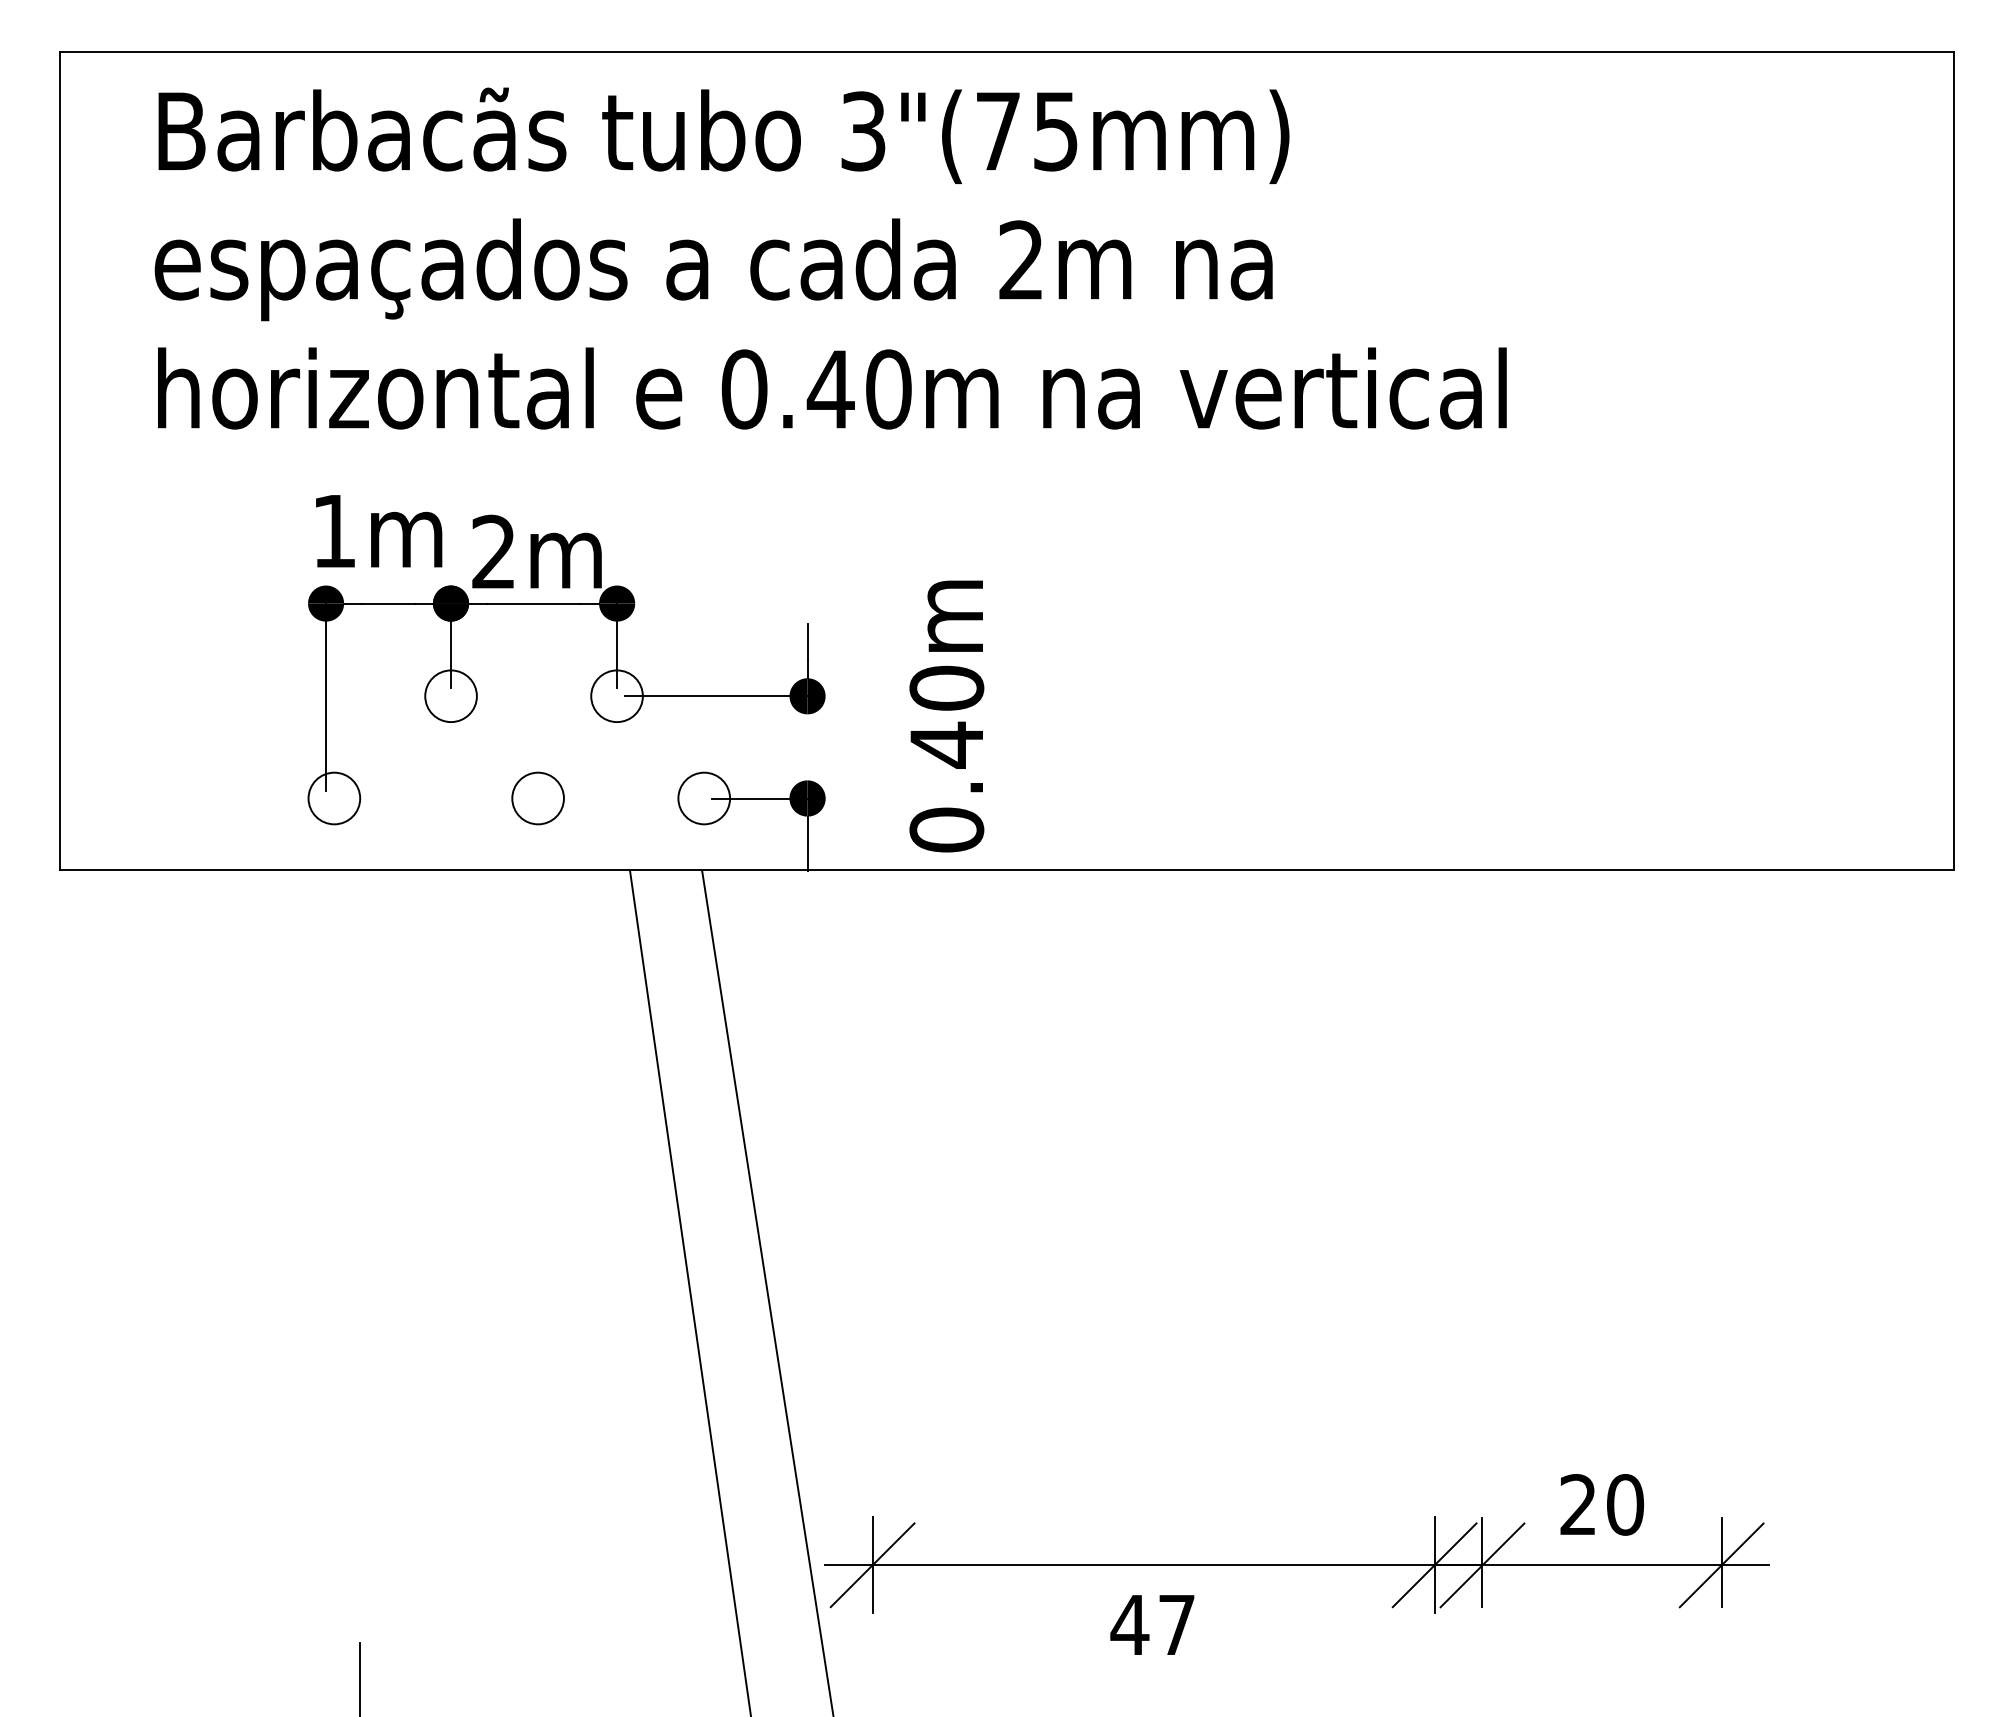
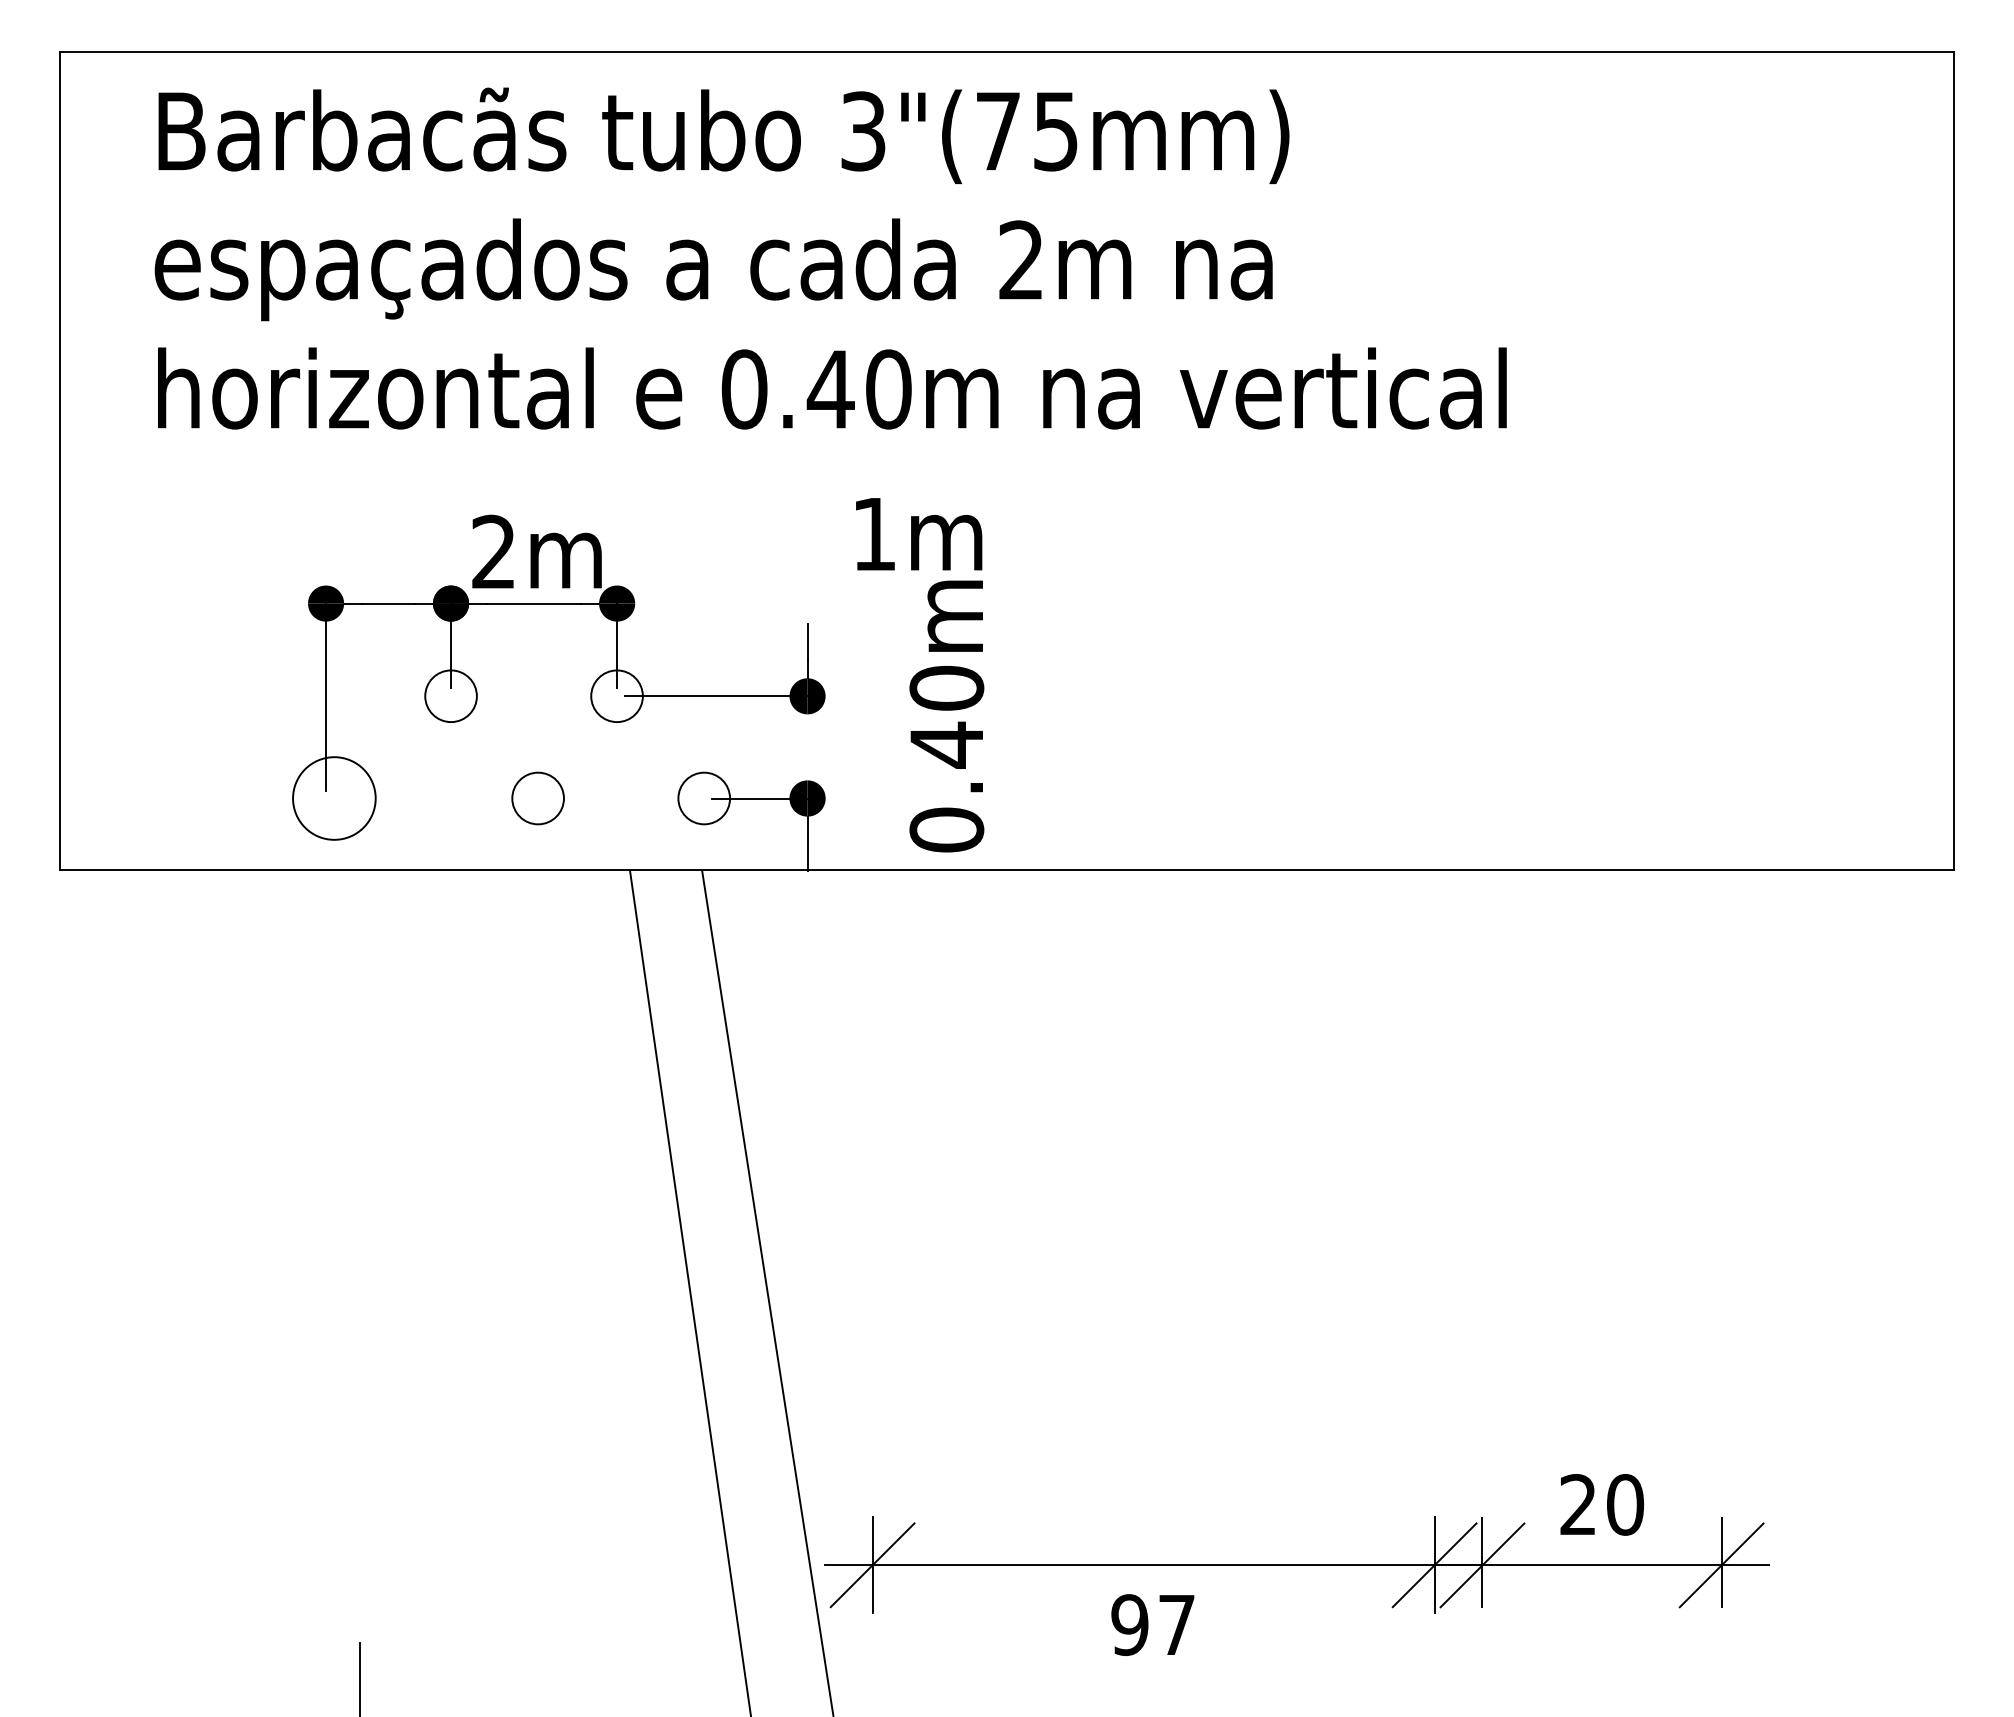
text at (379, 531) position: (379, 531) -> (919, 534)
circle at (334, 798) diameter: 52 px -> 83 px
text at (1129, 1625): 47 -> 97
